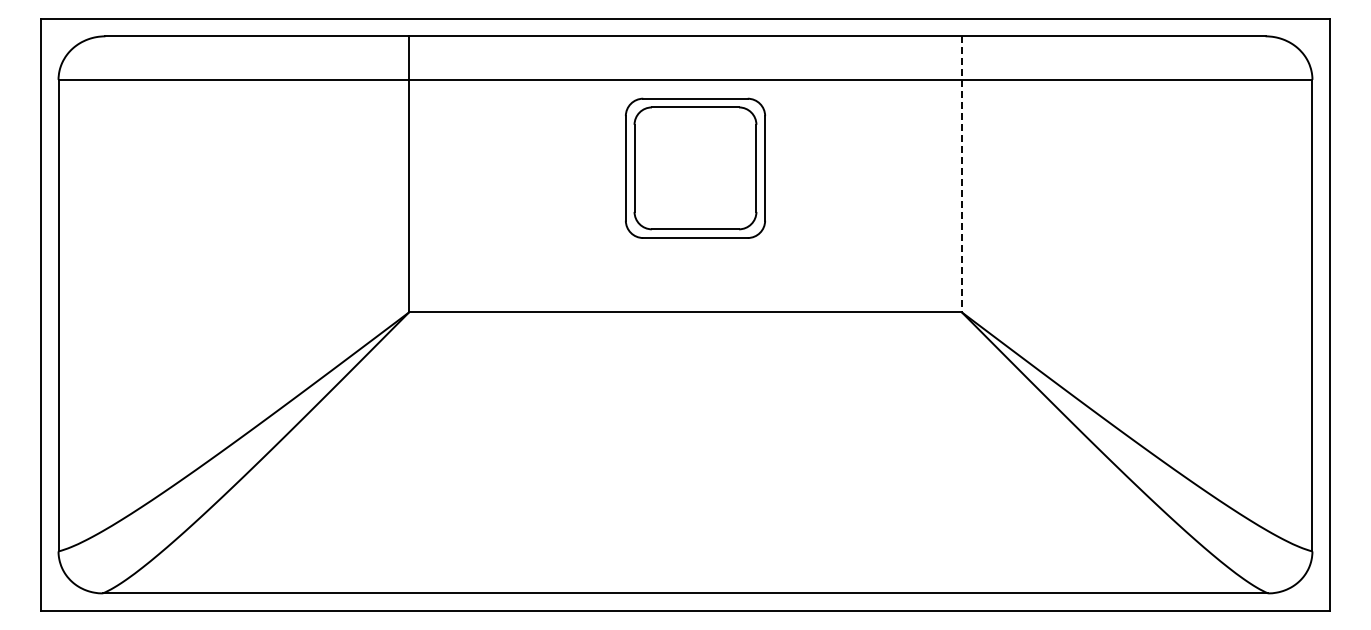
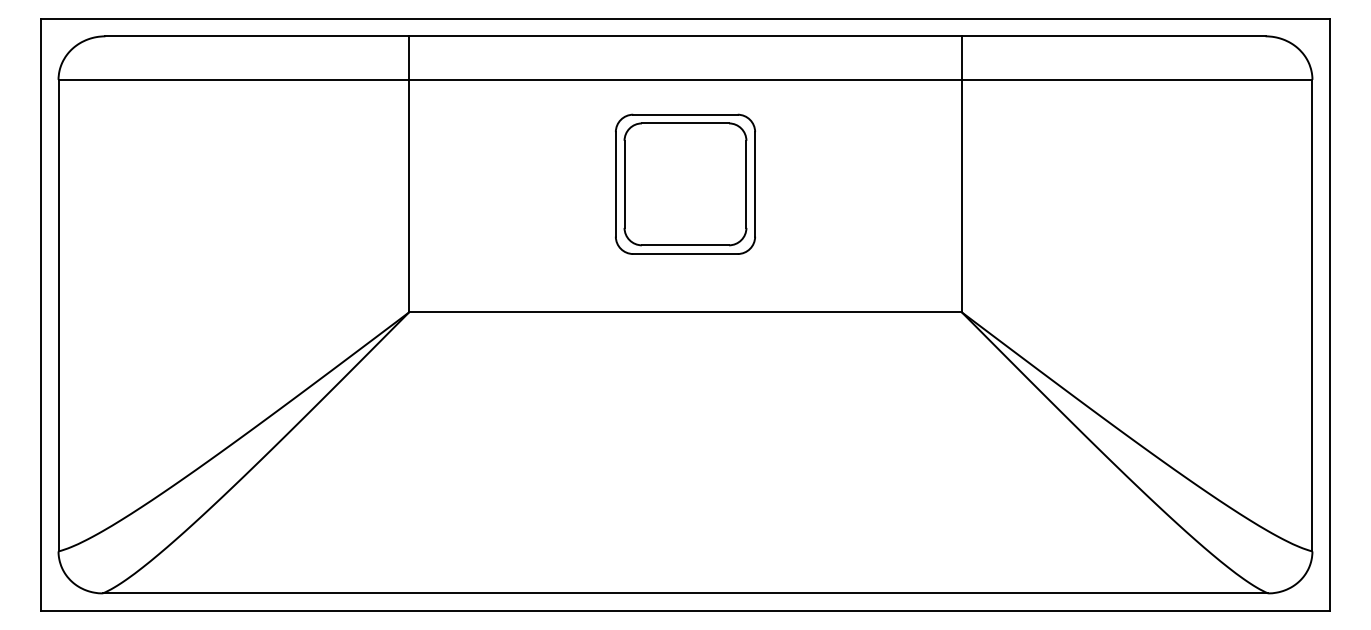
part at (695, 167) position: (695, 167) -> (685, 183)
line at (961, 174): dashed -> solid
